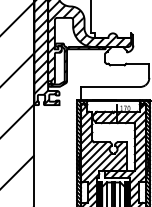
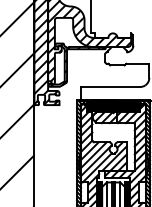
fill at (113, 105): none -> present
